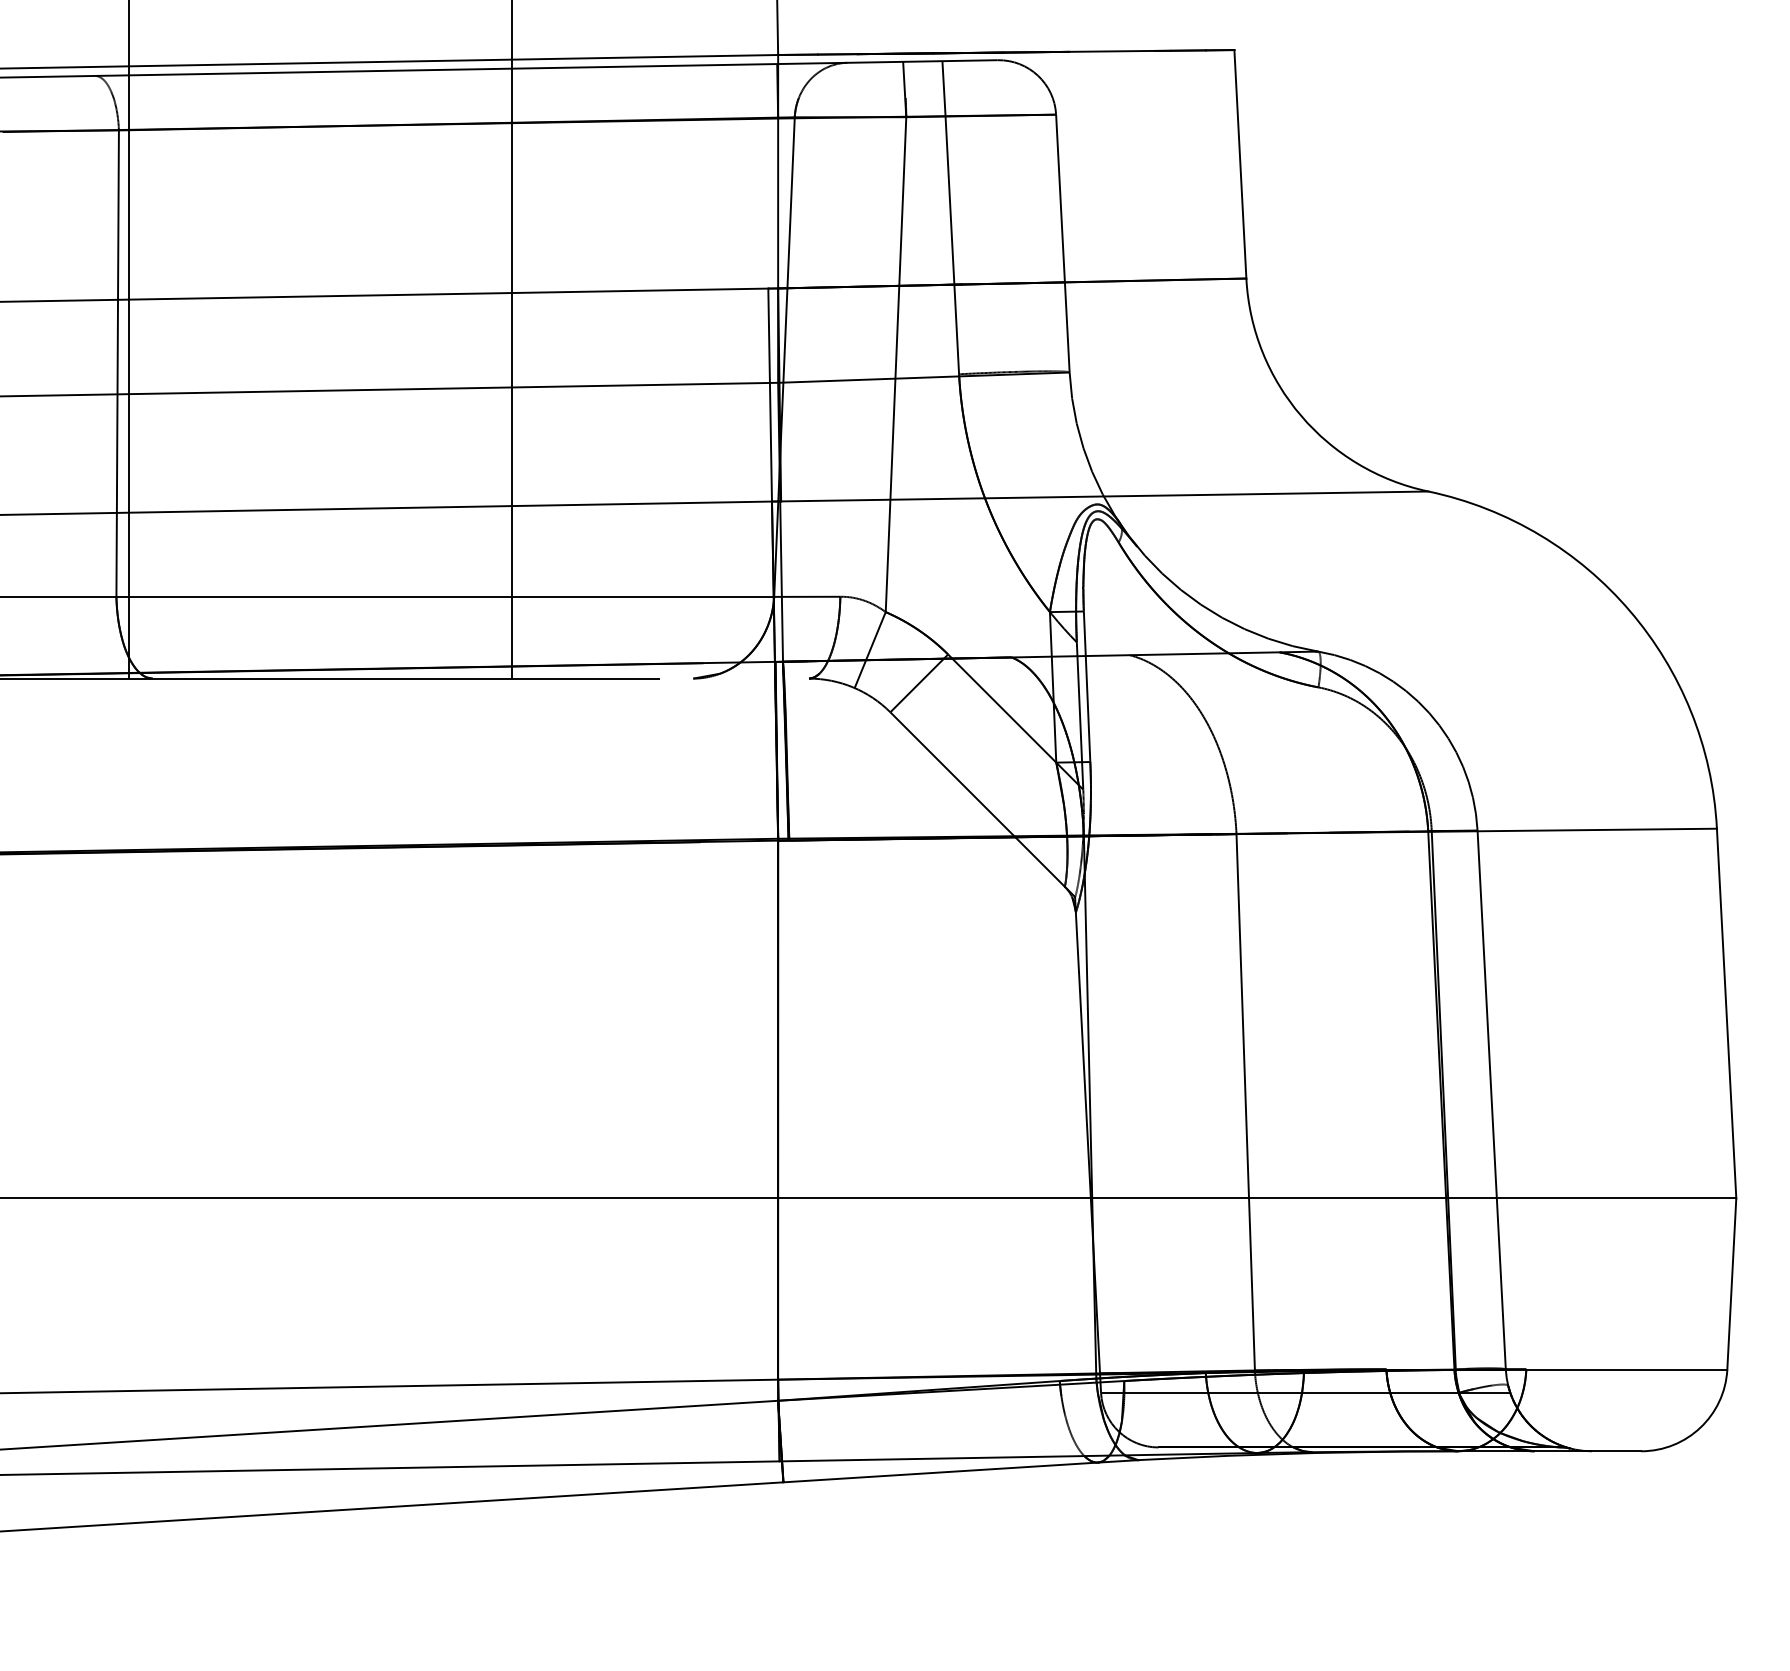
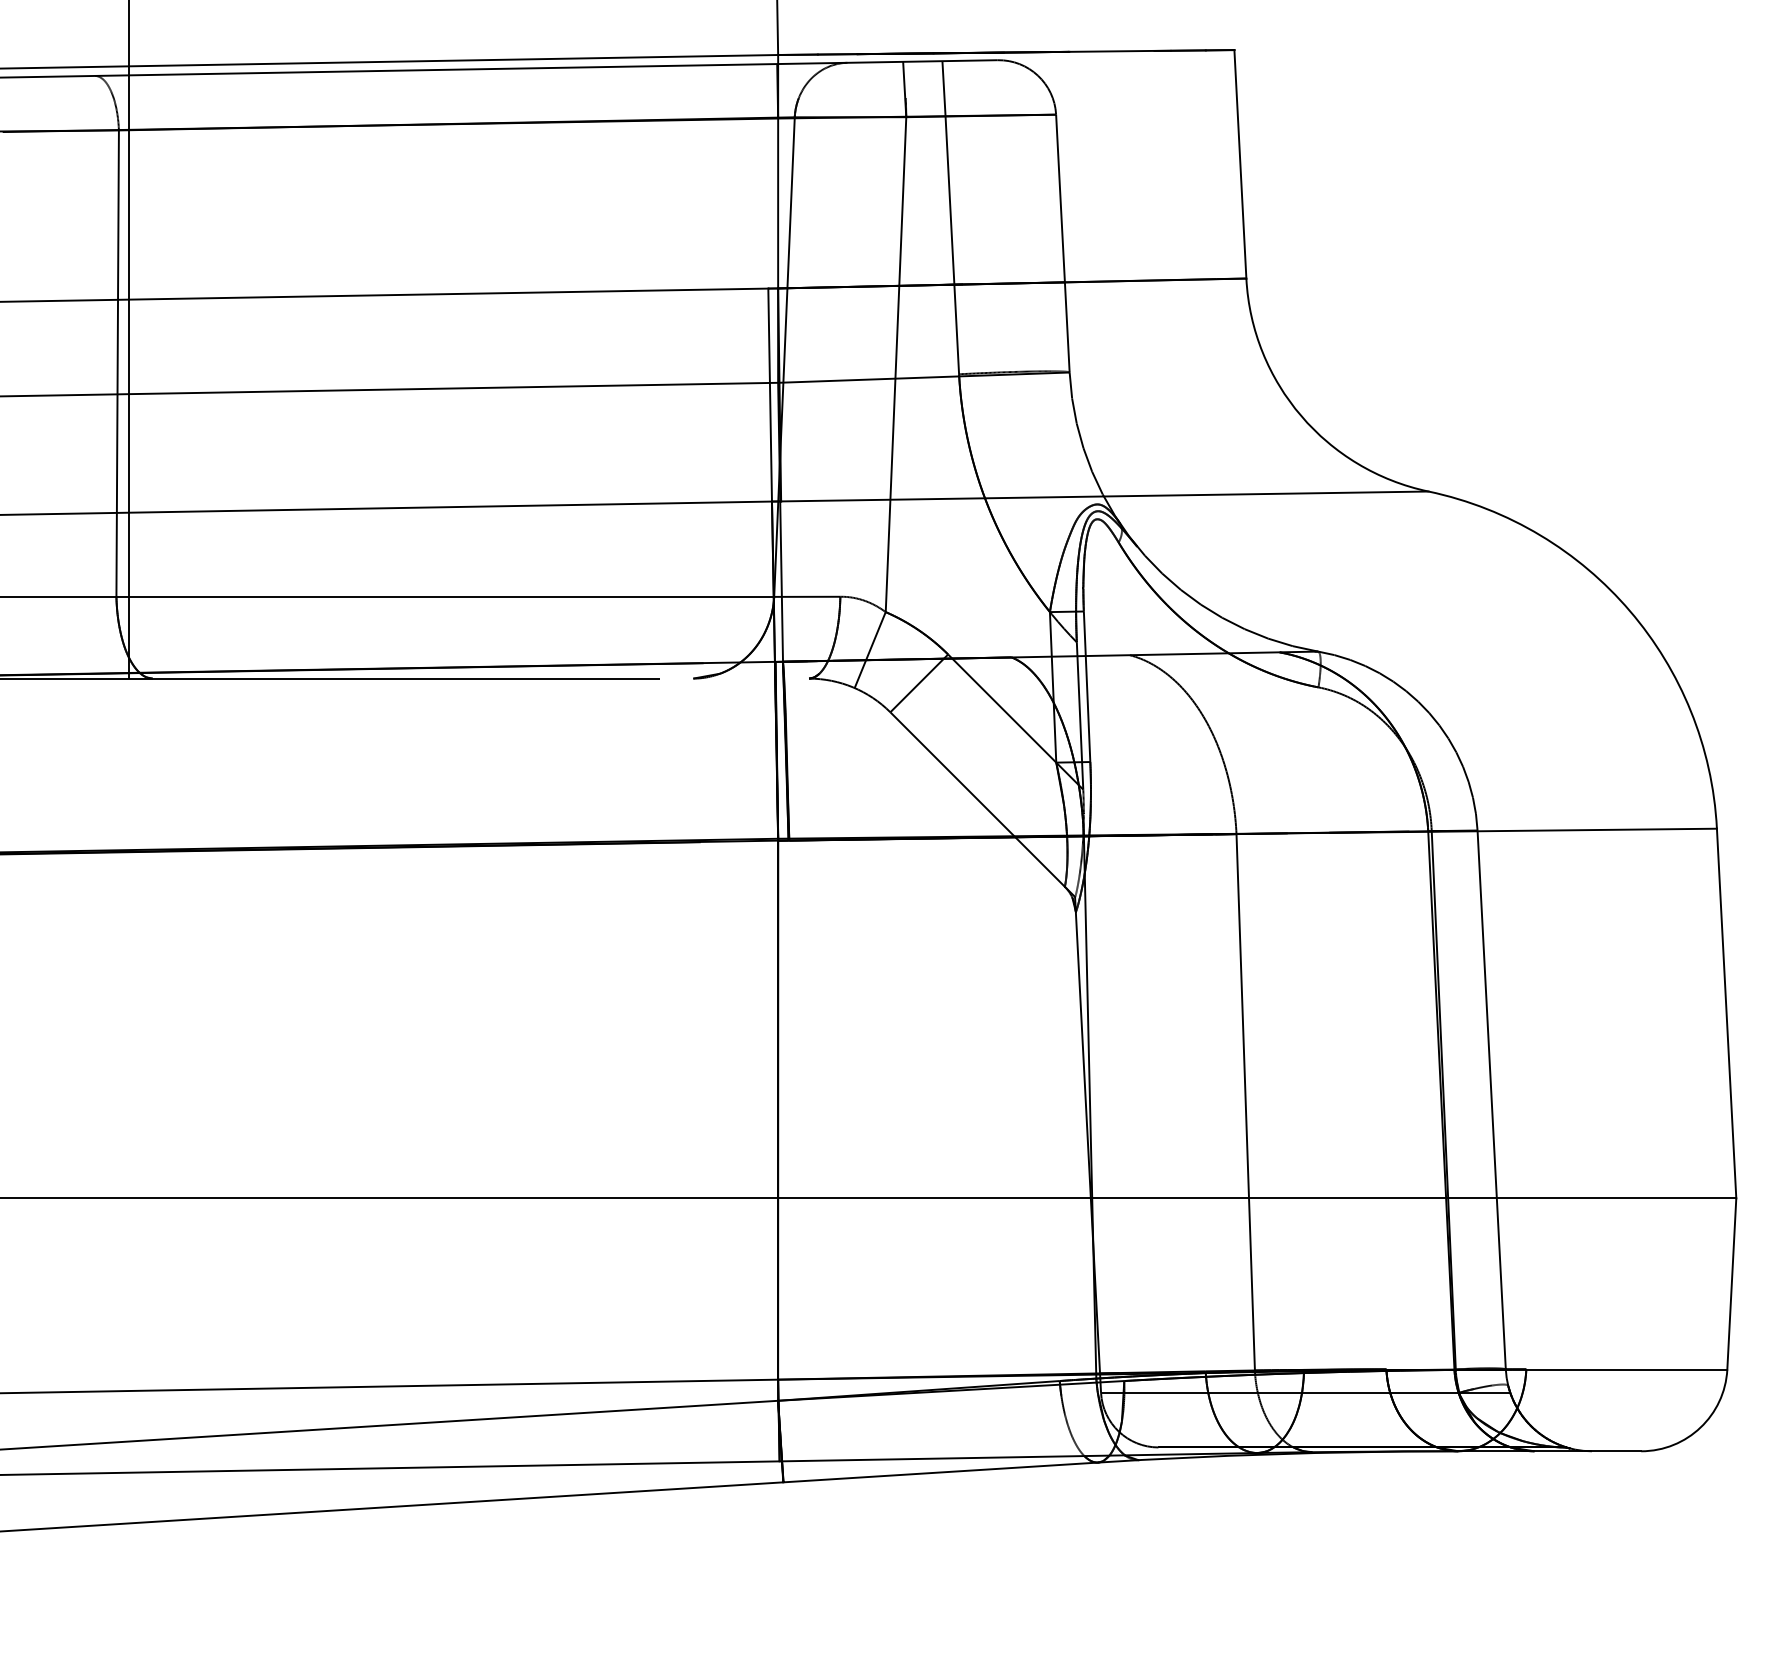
line at (511, 340): present -> none
